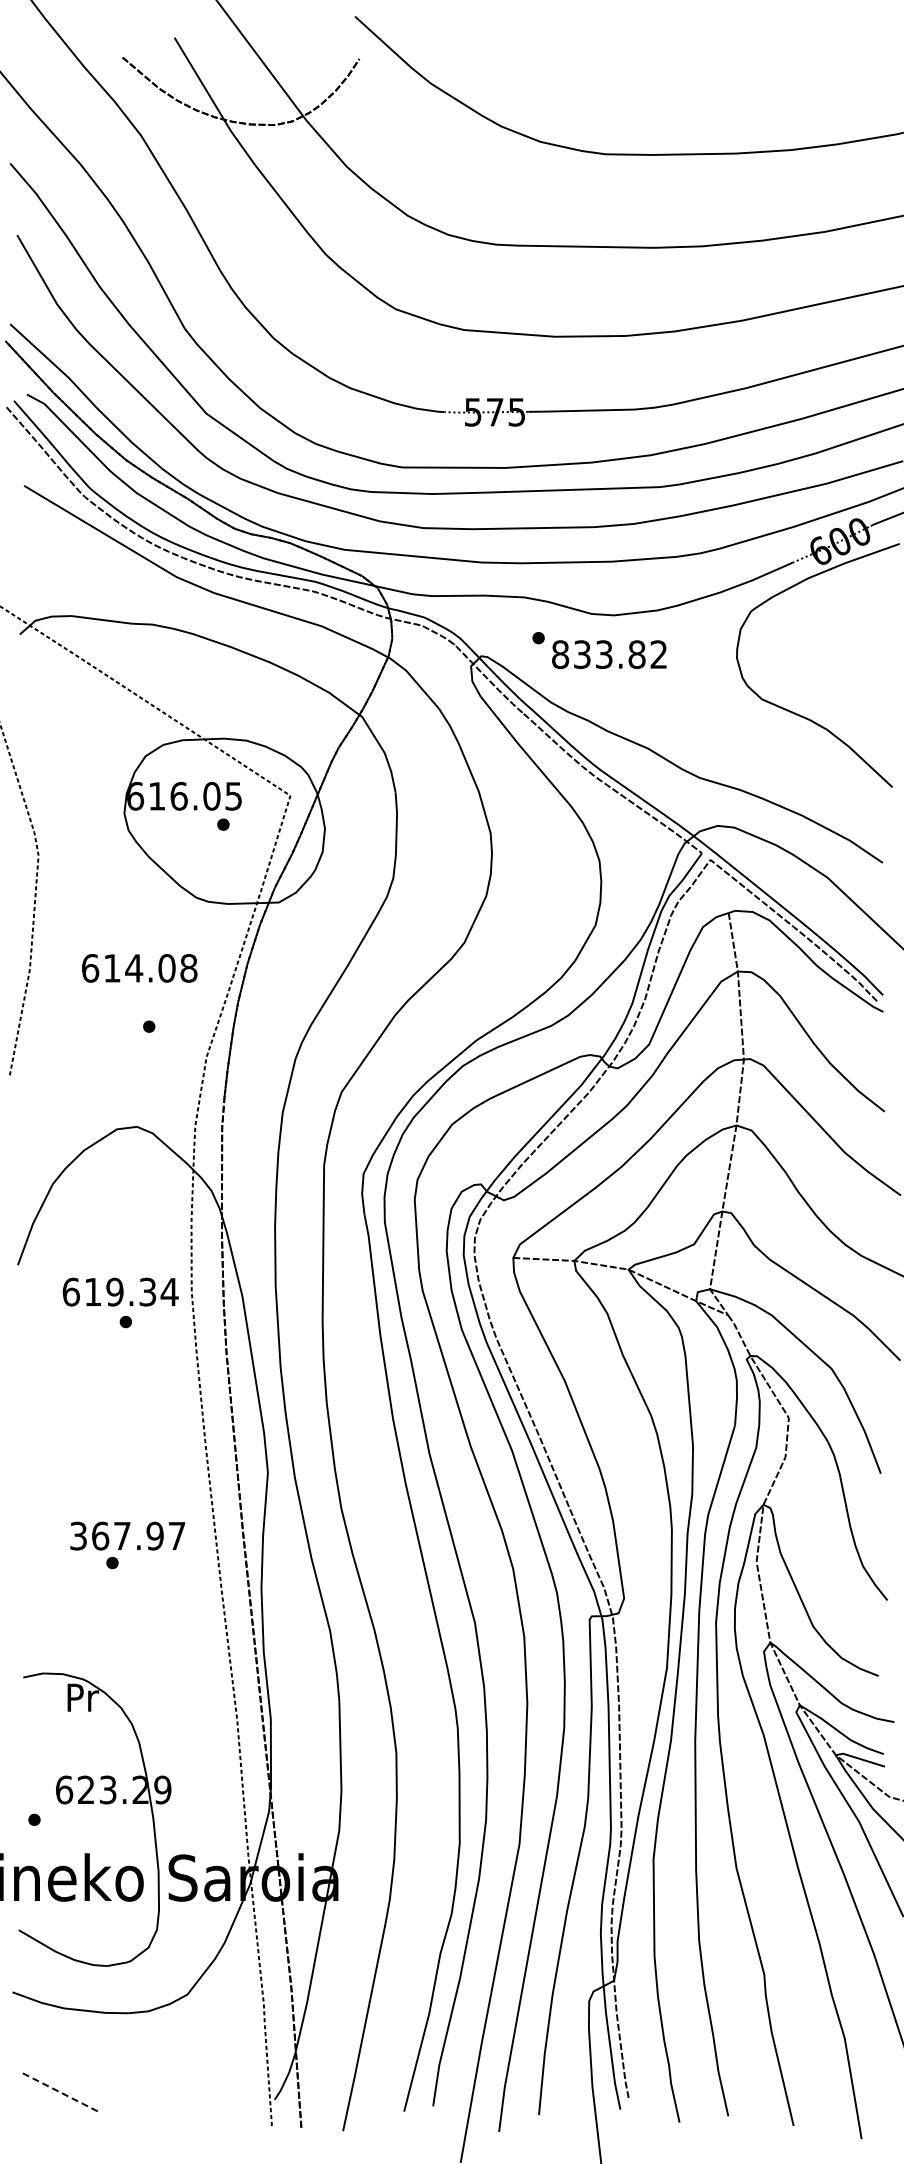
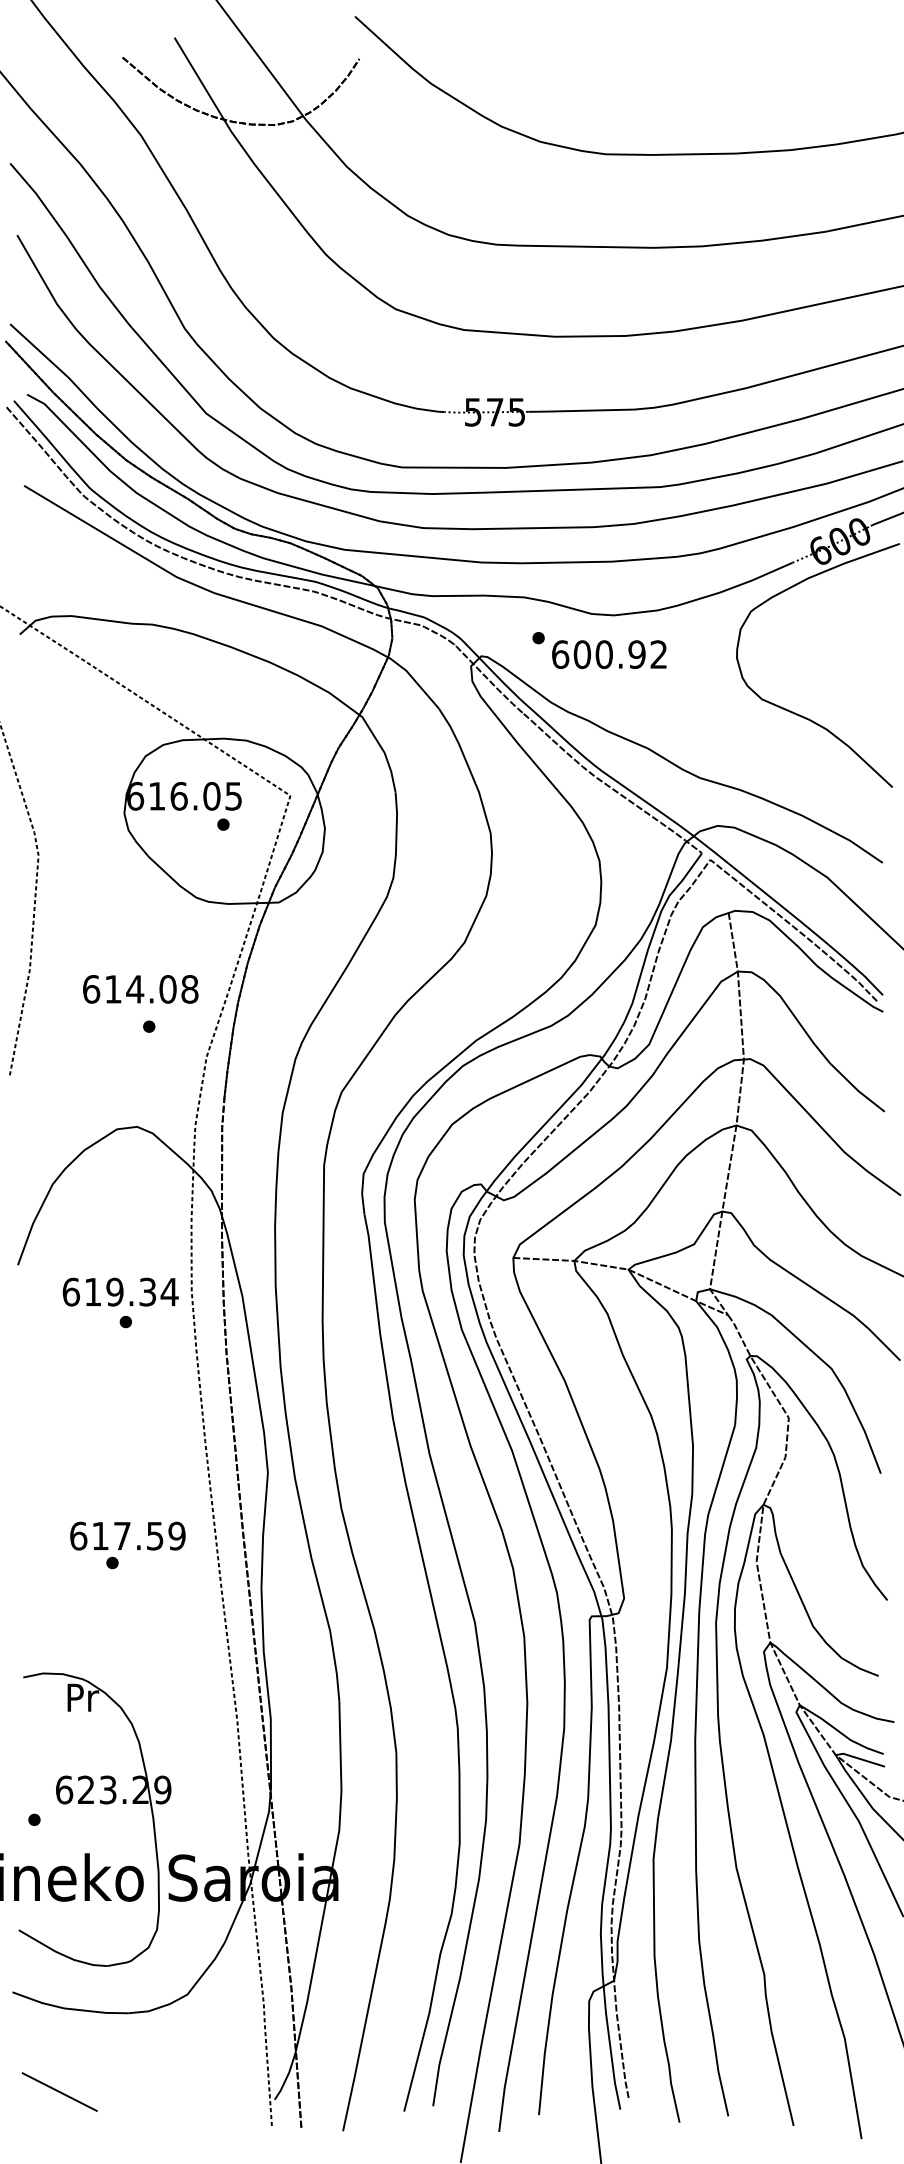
text at (598, 654): 833.82 -> 600.92
text at (139, 968) position: (139, 968) -> (140, 989)
text at (127, 1535): 367.97 -> 617.59
line at (59, 2091): dashed -> solid
